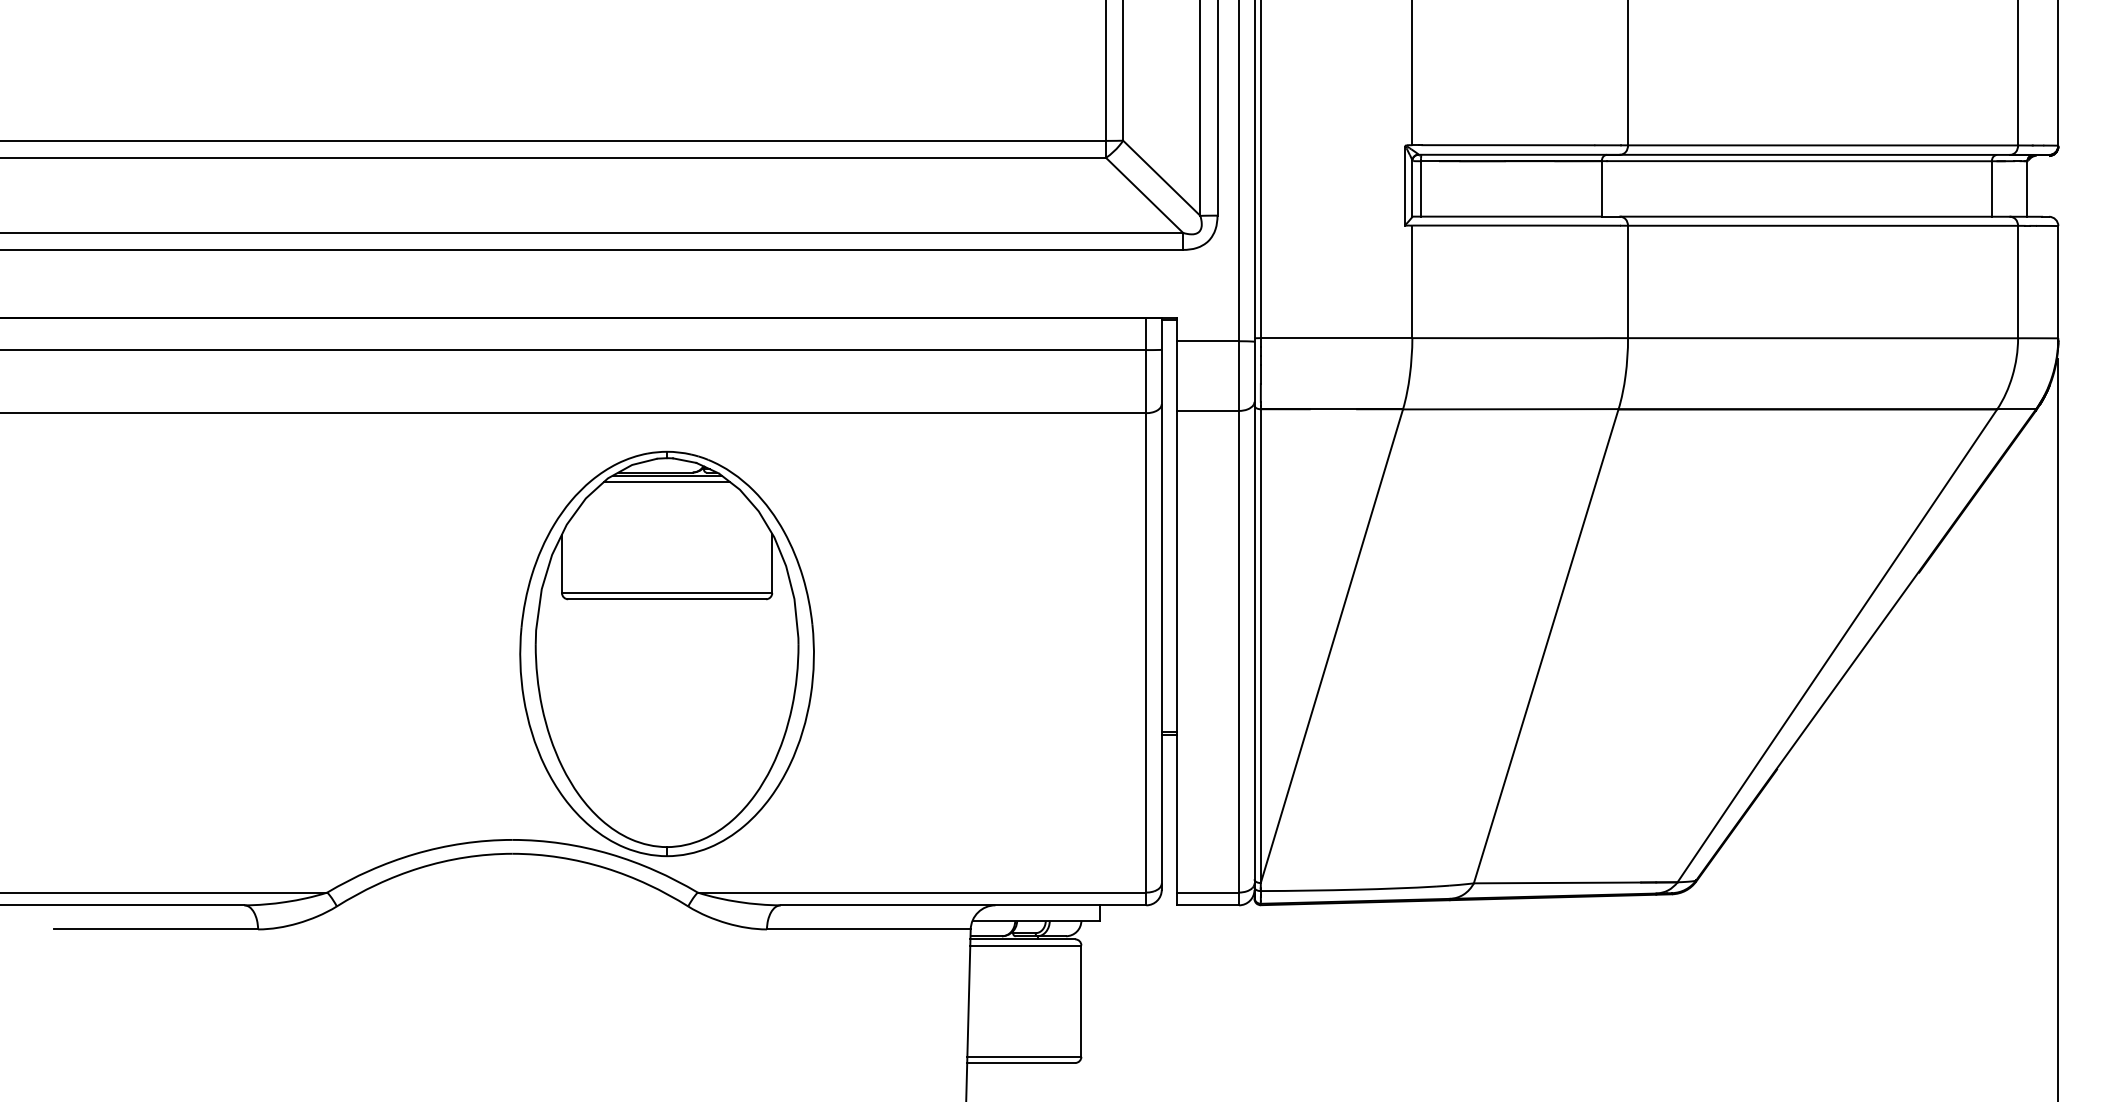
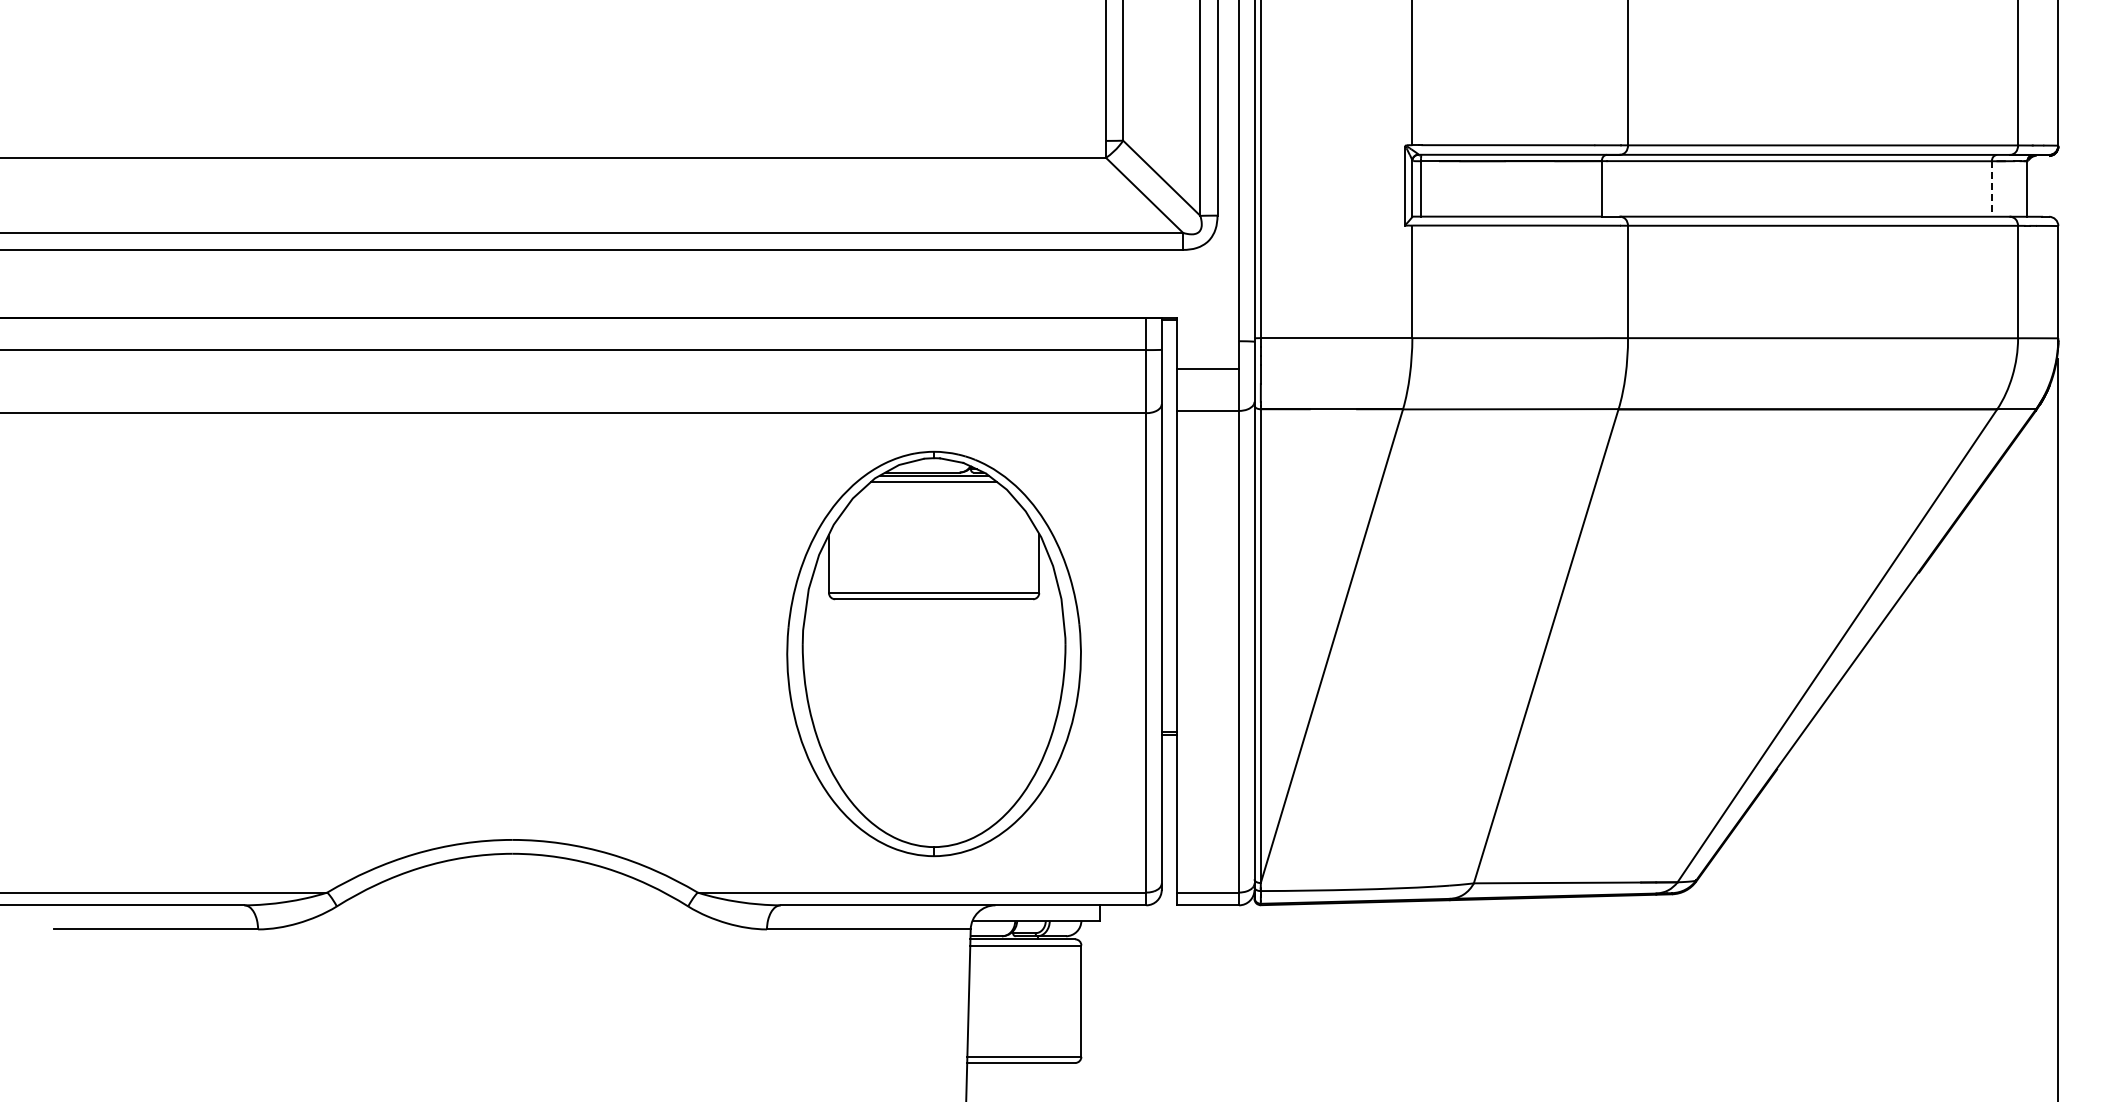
line at (554, 140): present -> none
line at (1991, 189): solid -> dashed
line at (1208, 341) position: (1208, 341) -> (1208, 369)
part at (666, 653) position: (666, 653) -> (933, 653)
